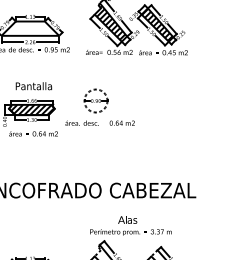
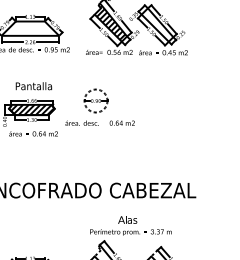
hatch at (157, 24): present -> none
